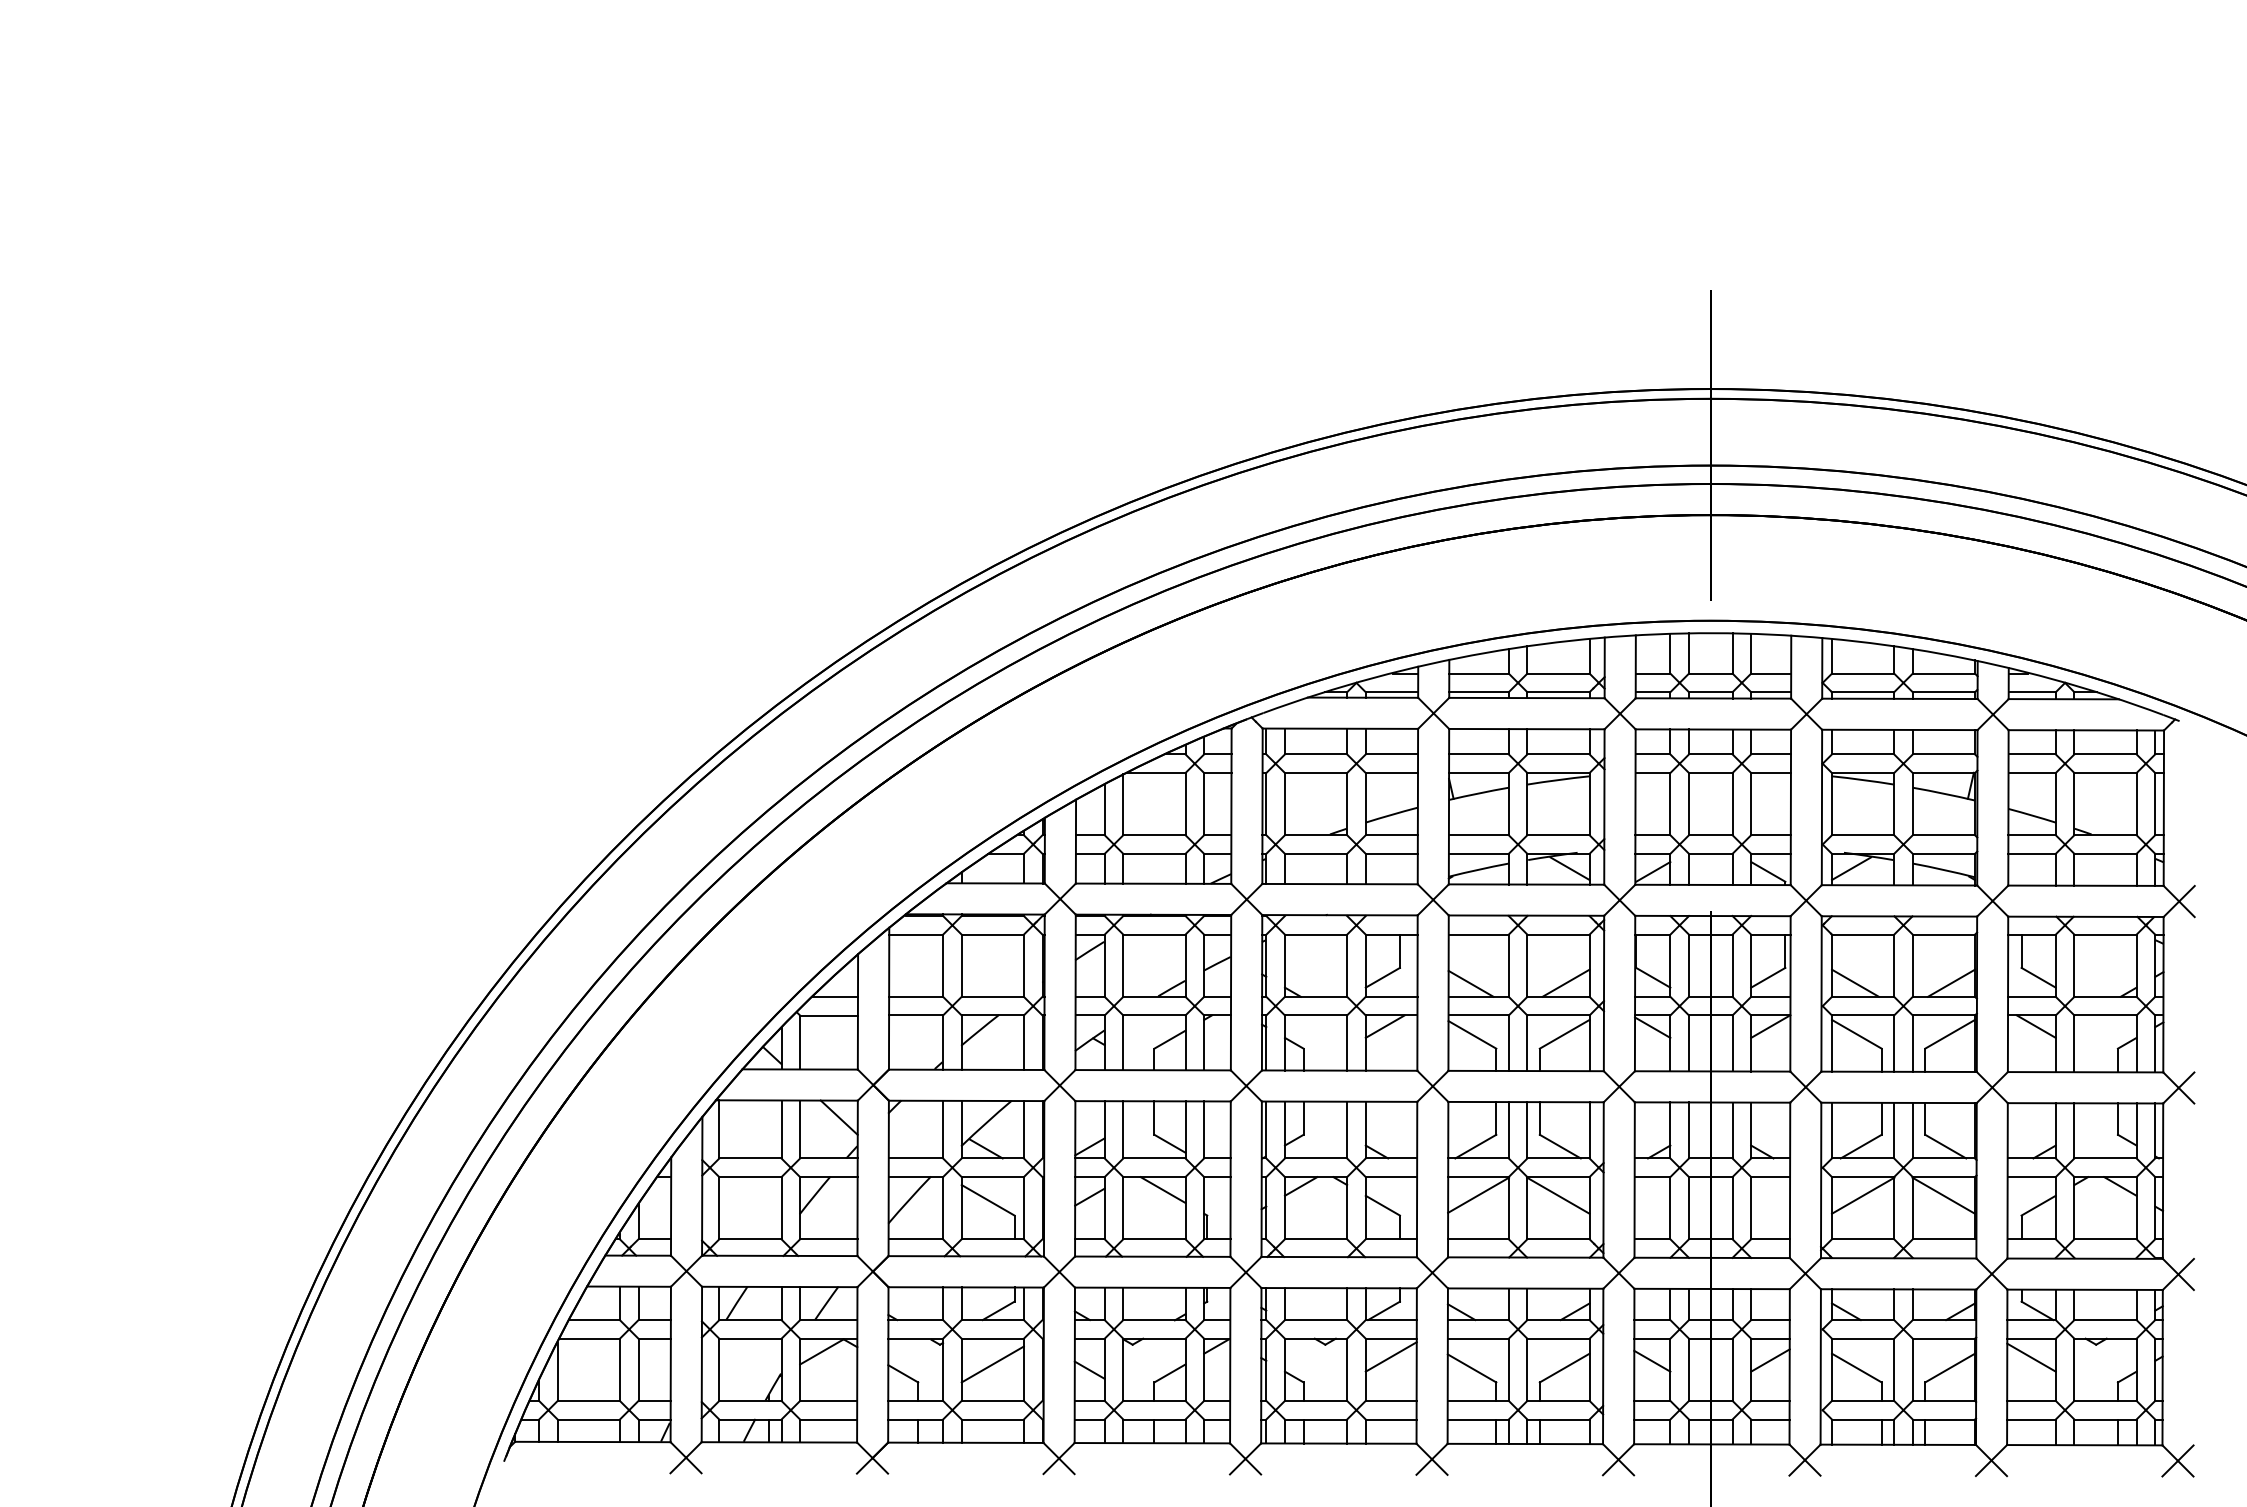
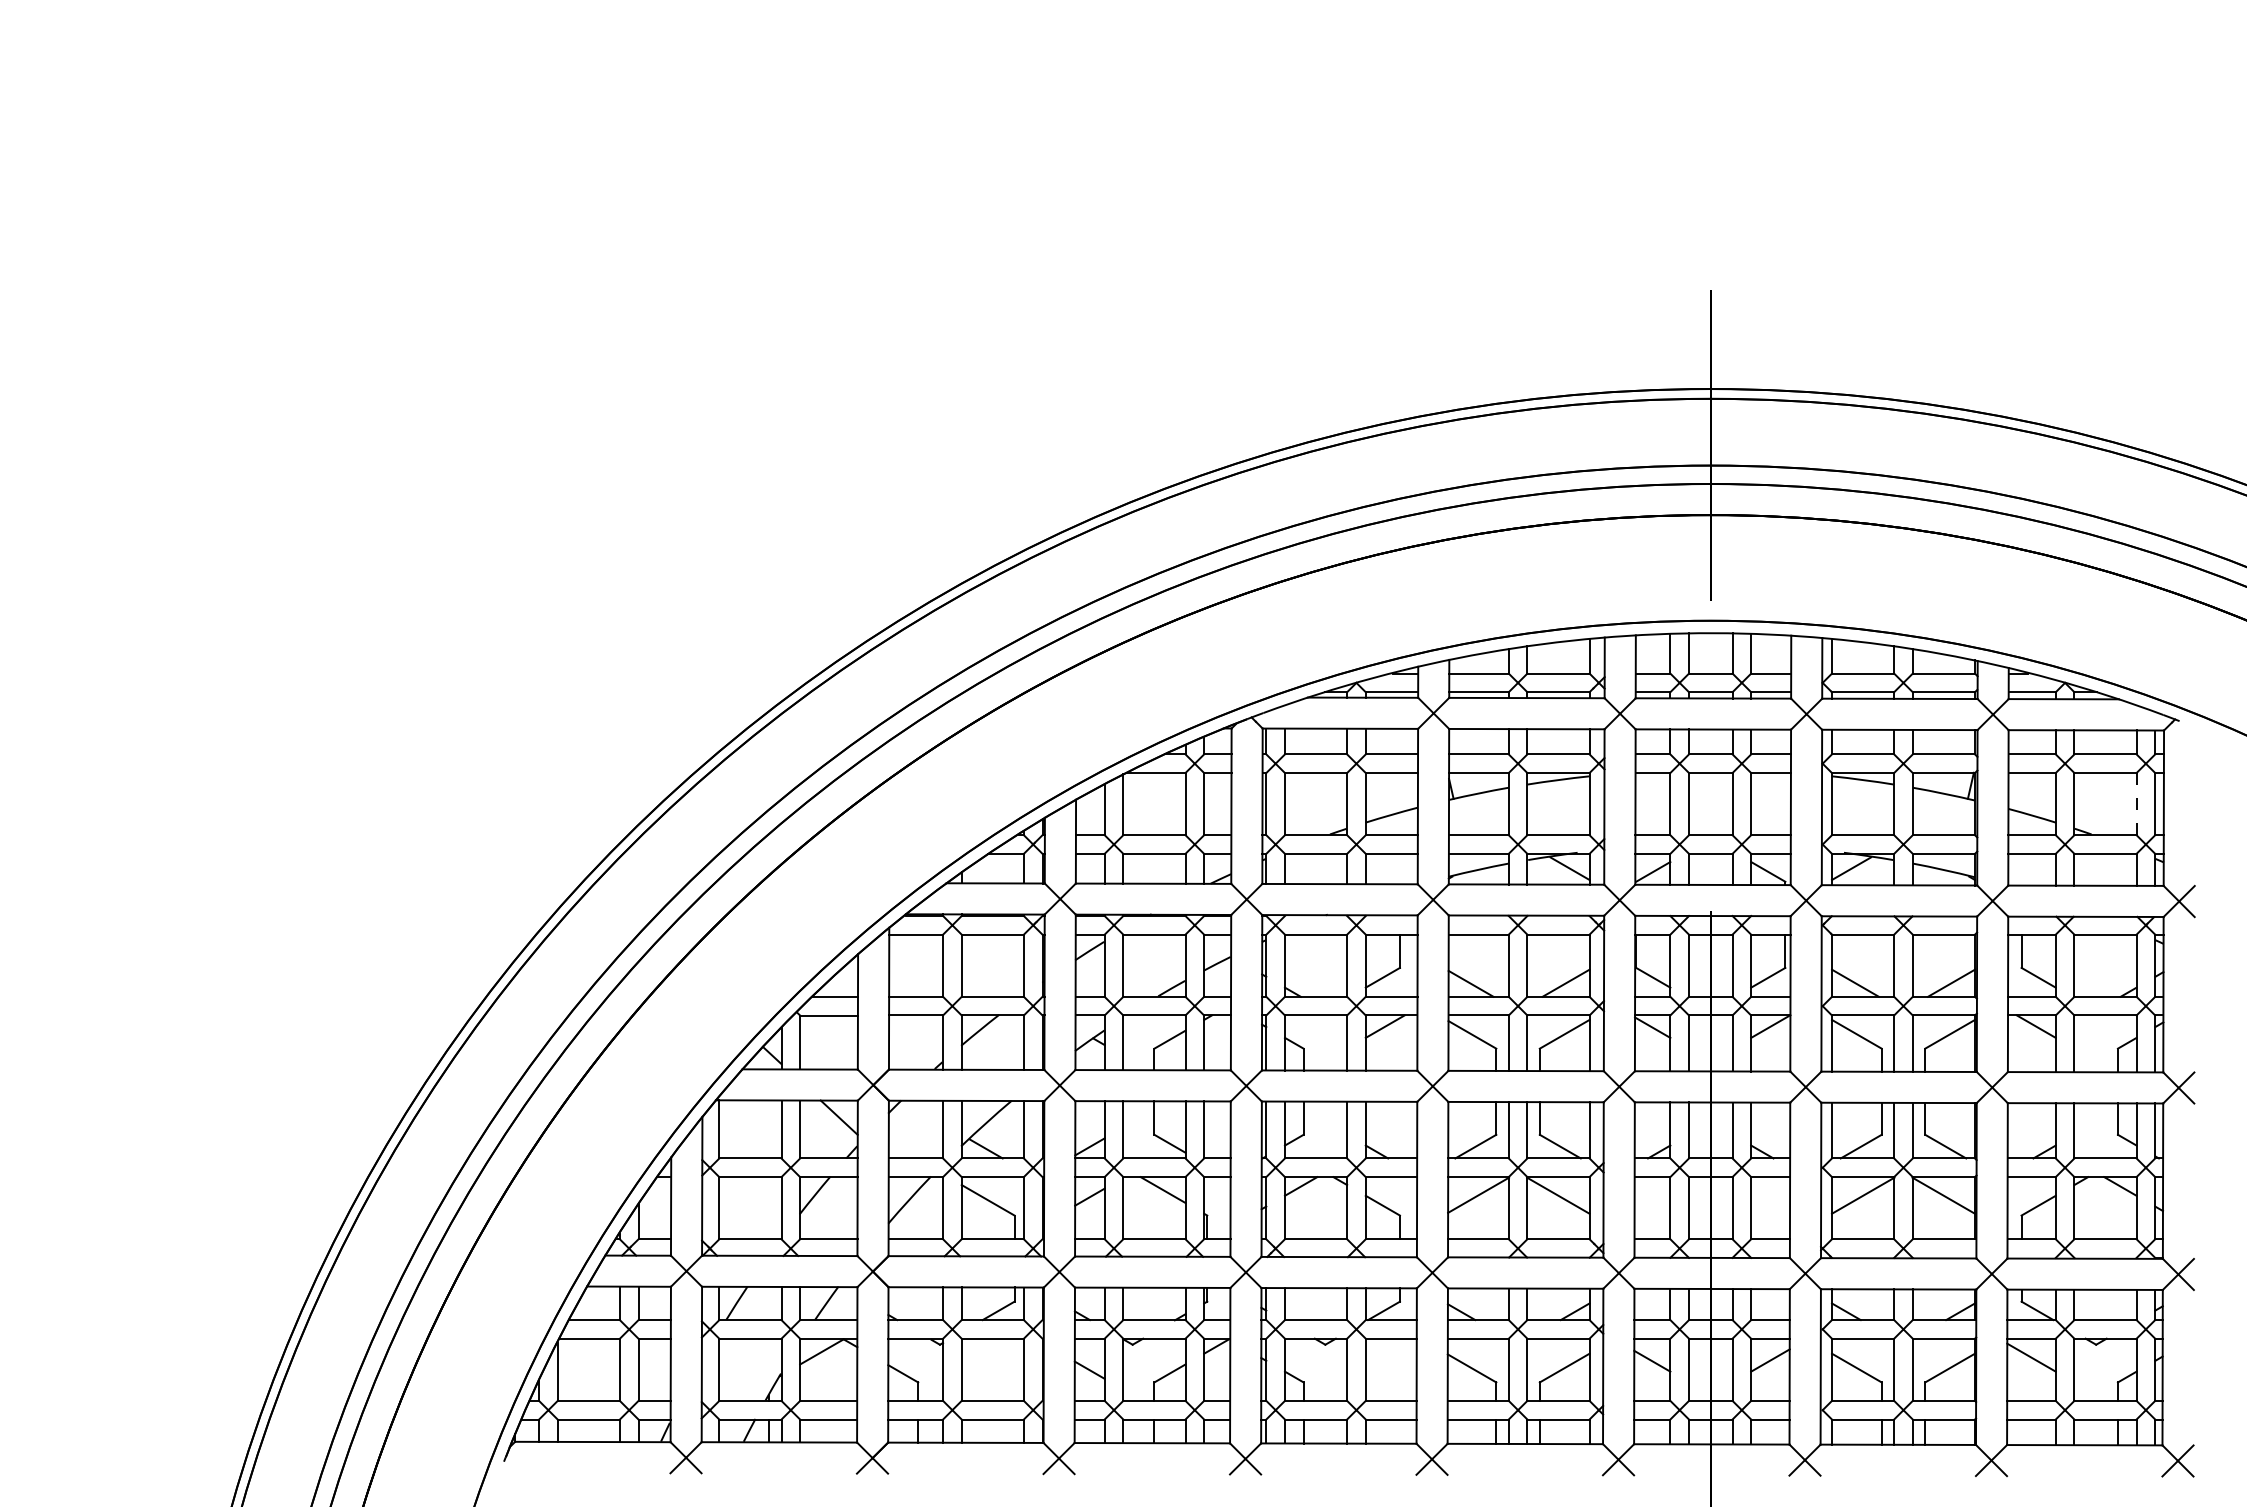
line at (2136, 804): solid -> dashed
line at (1390, 1356): present -> none
line at (992, 1364): present -> none
